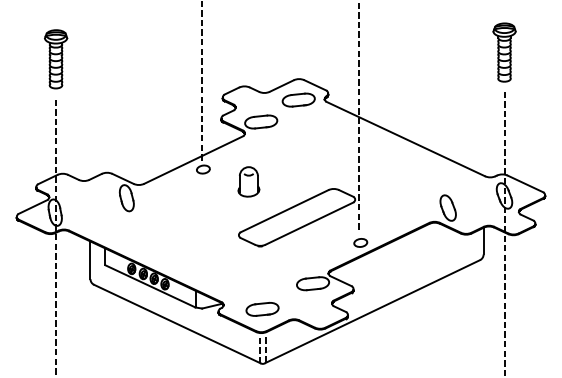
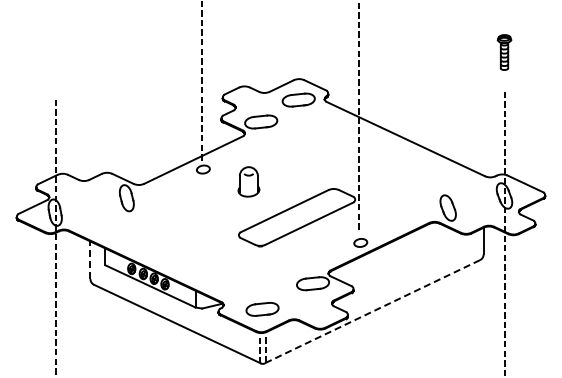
part at (504, 52) size: 25x61 px -> 17x37 px
part at (56, 59): present -> none
line at (90, 260): solid -> dashed
line at (372, 311): solid -> dashed
